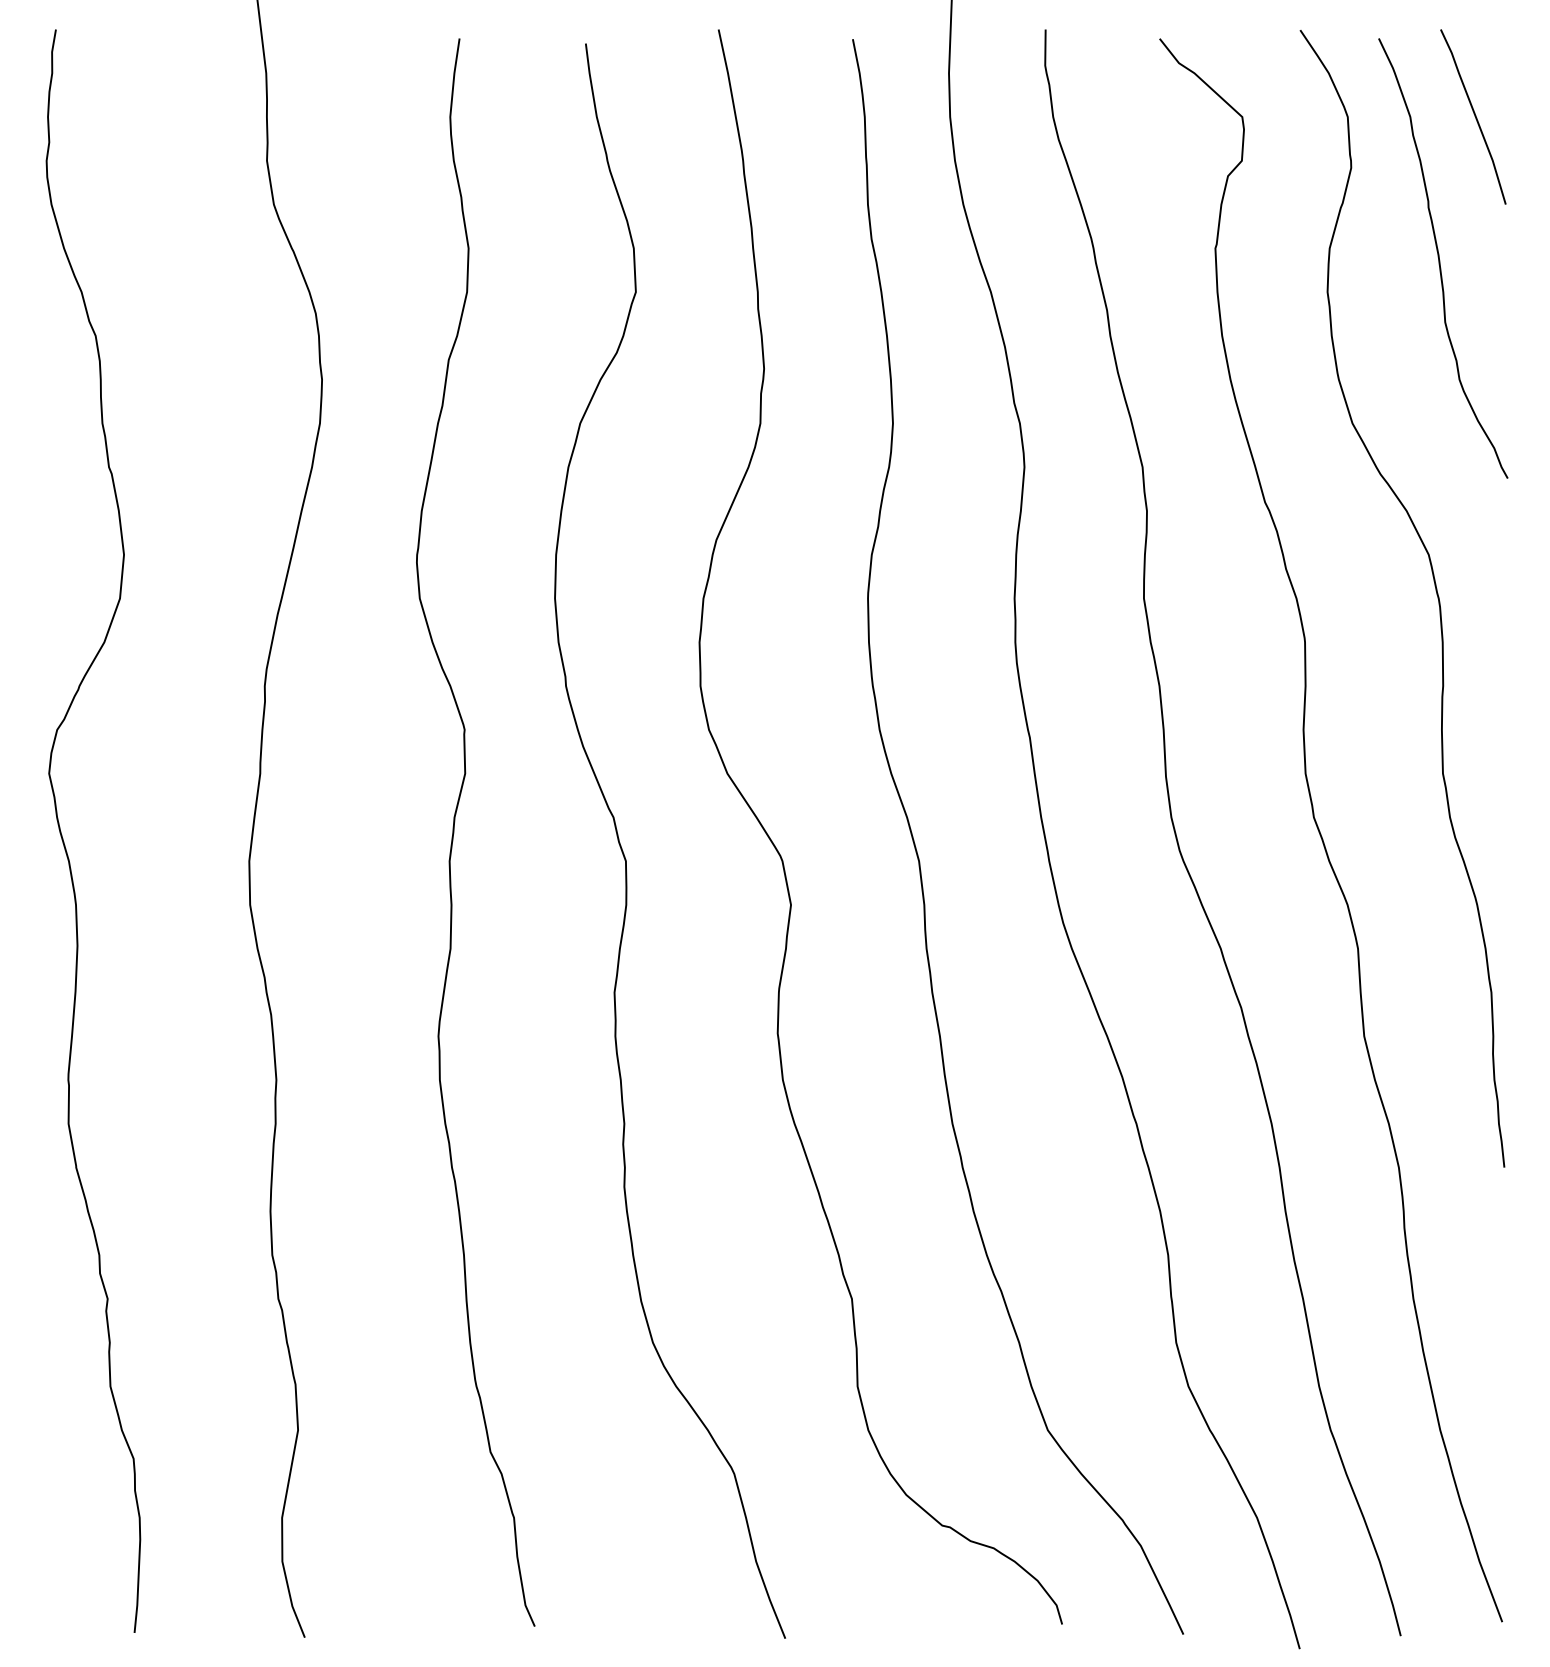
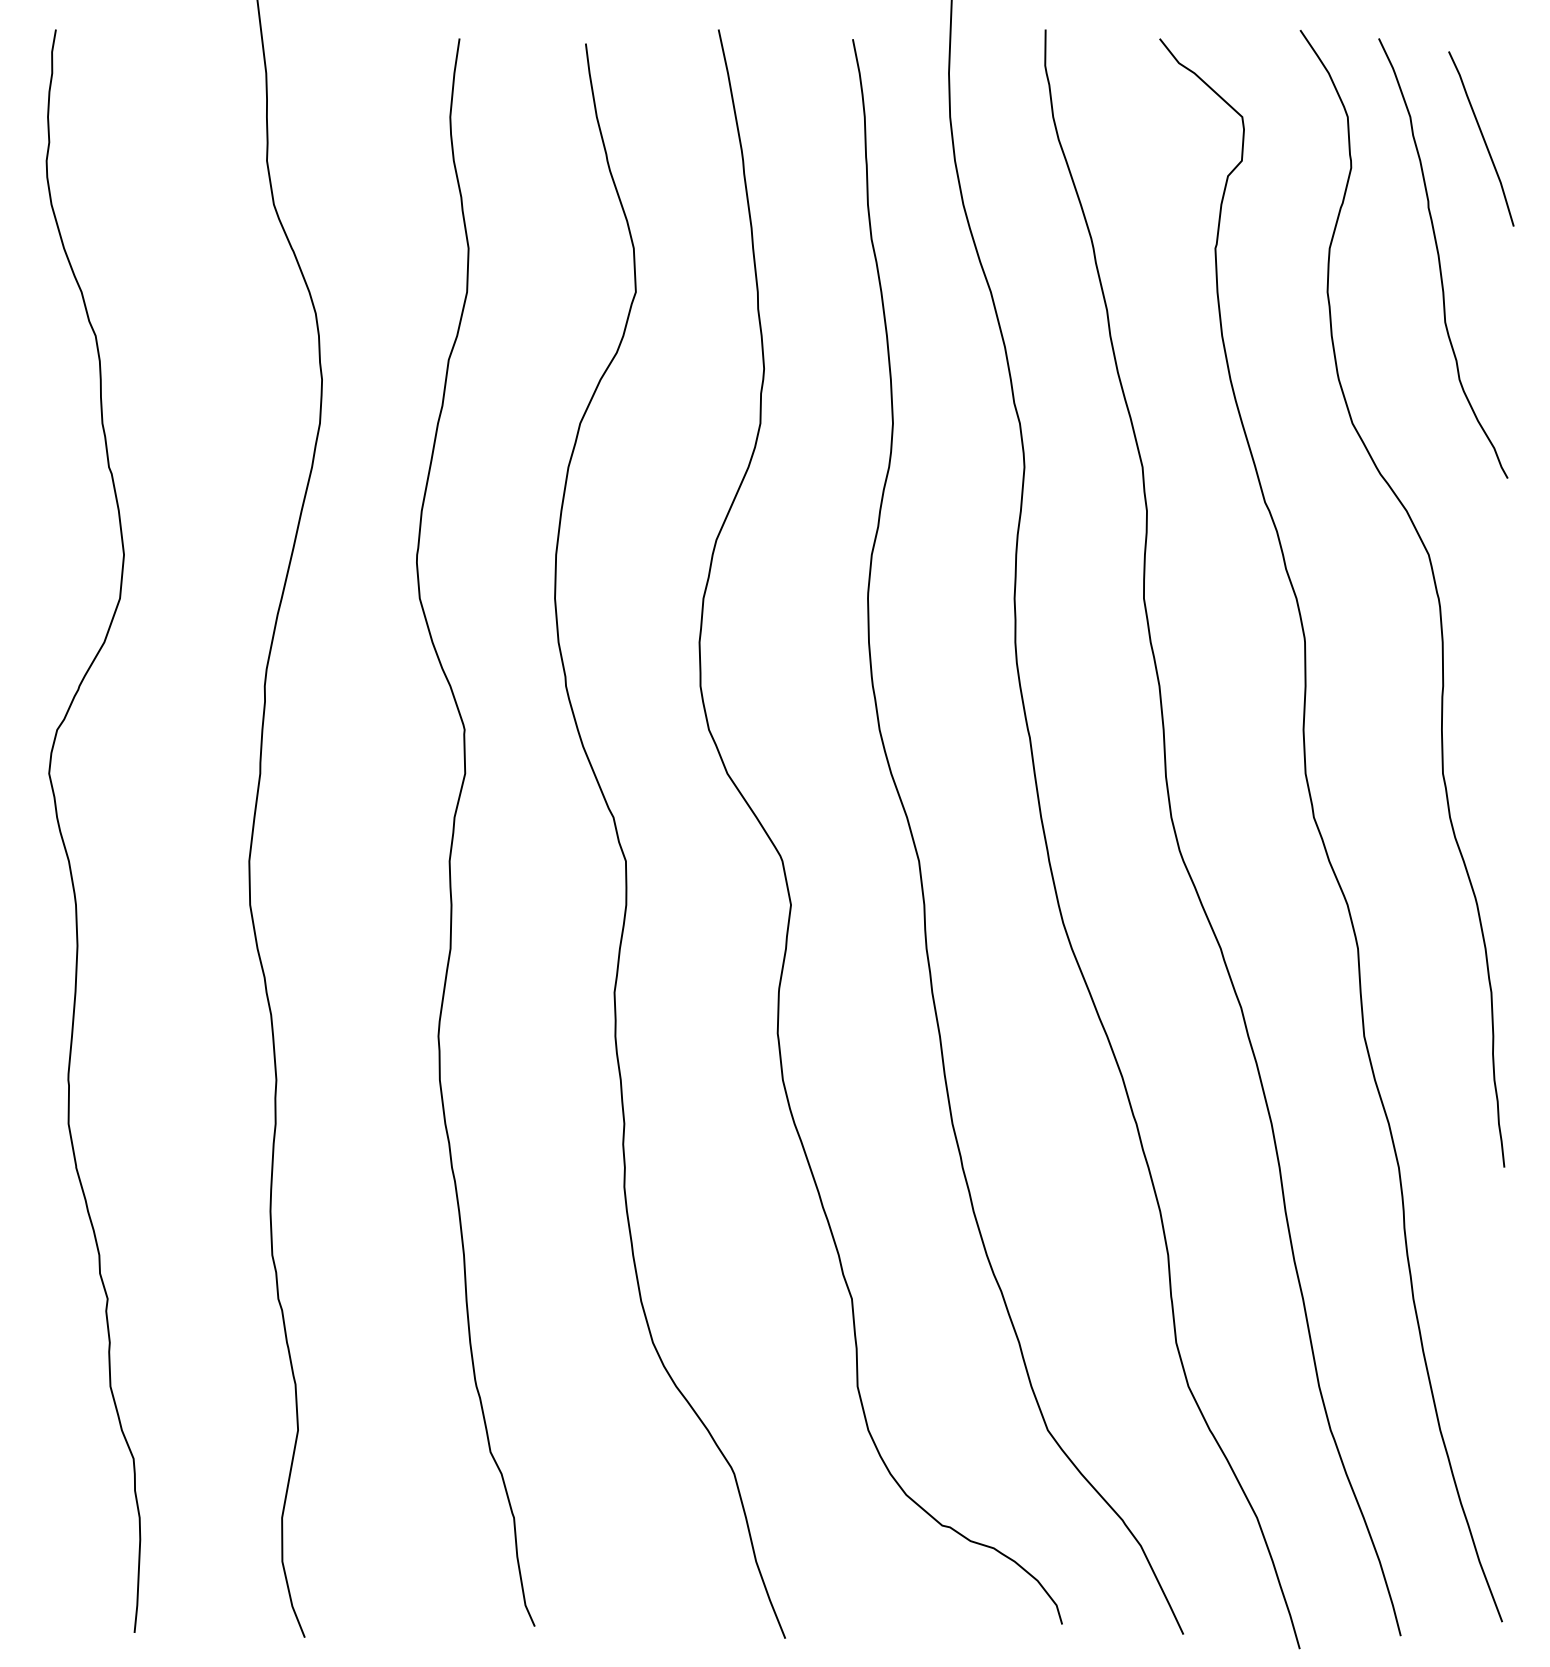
line at (1474, 116) position: (1474, 116) -> (1482, 138)
